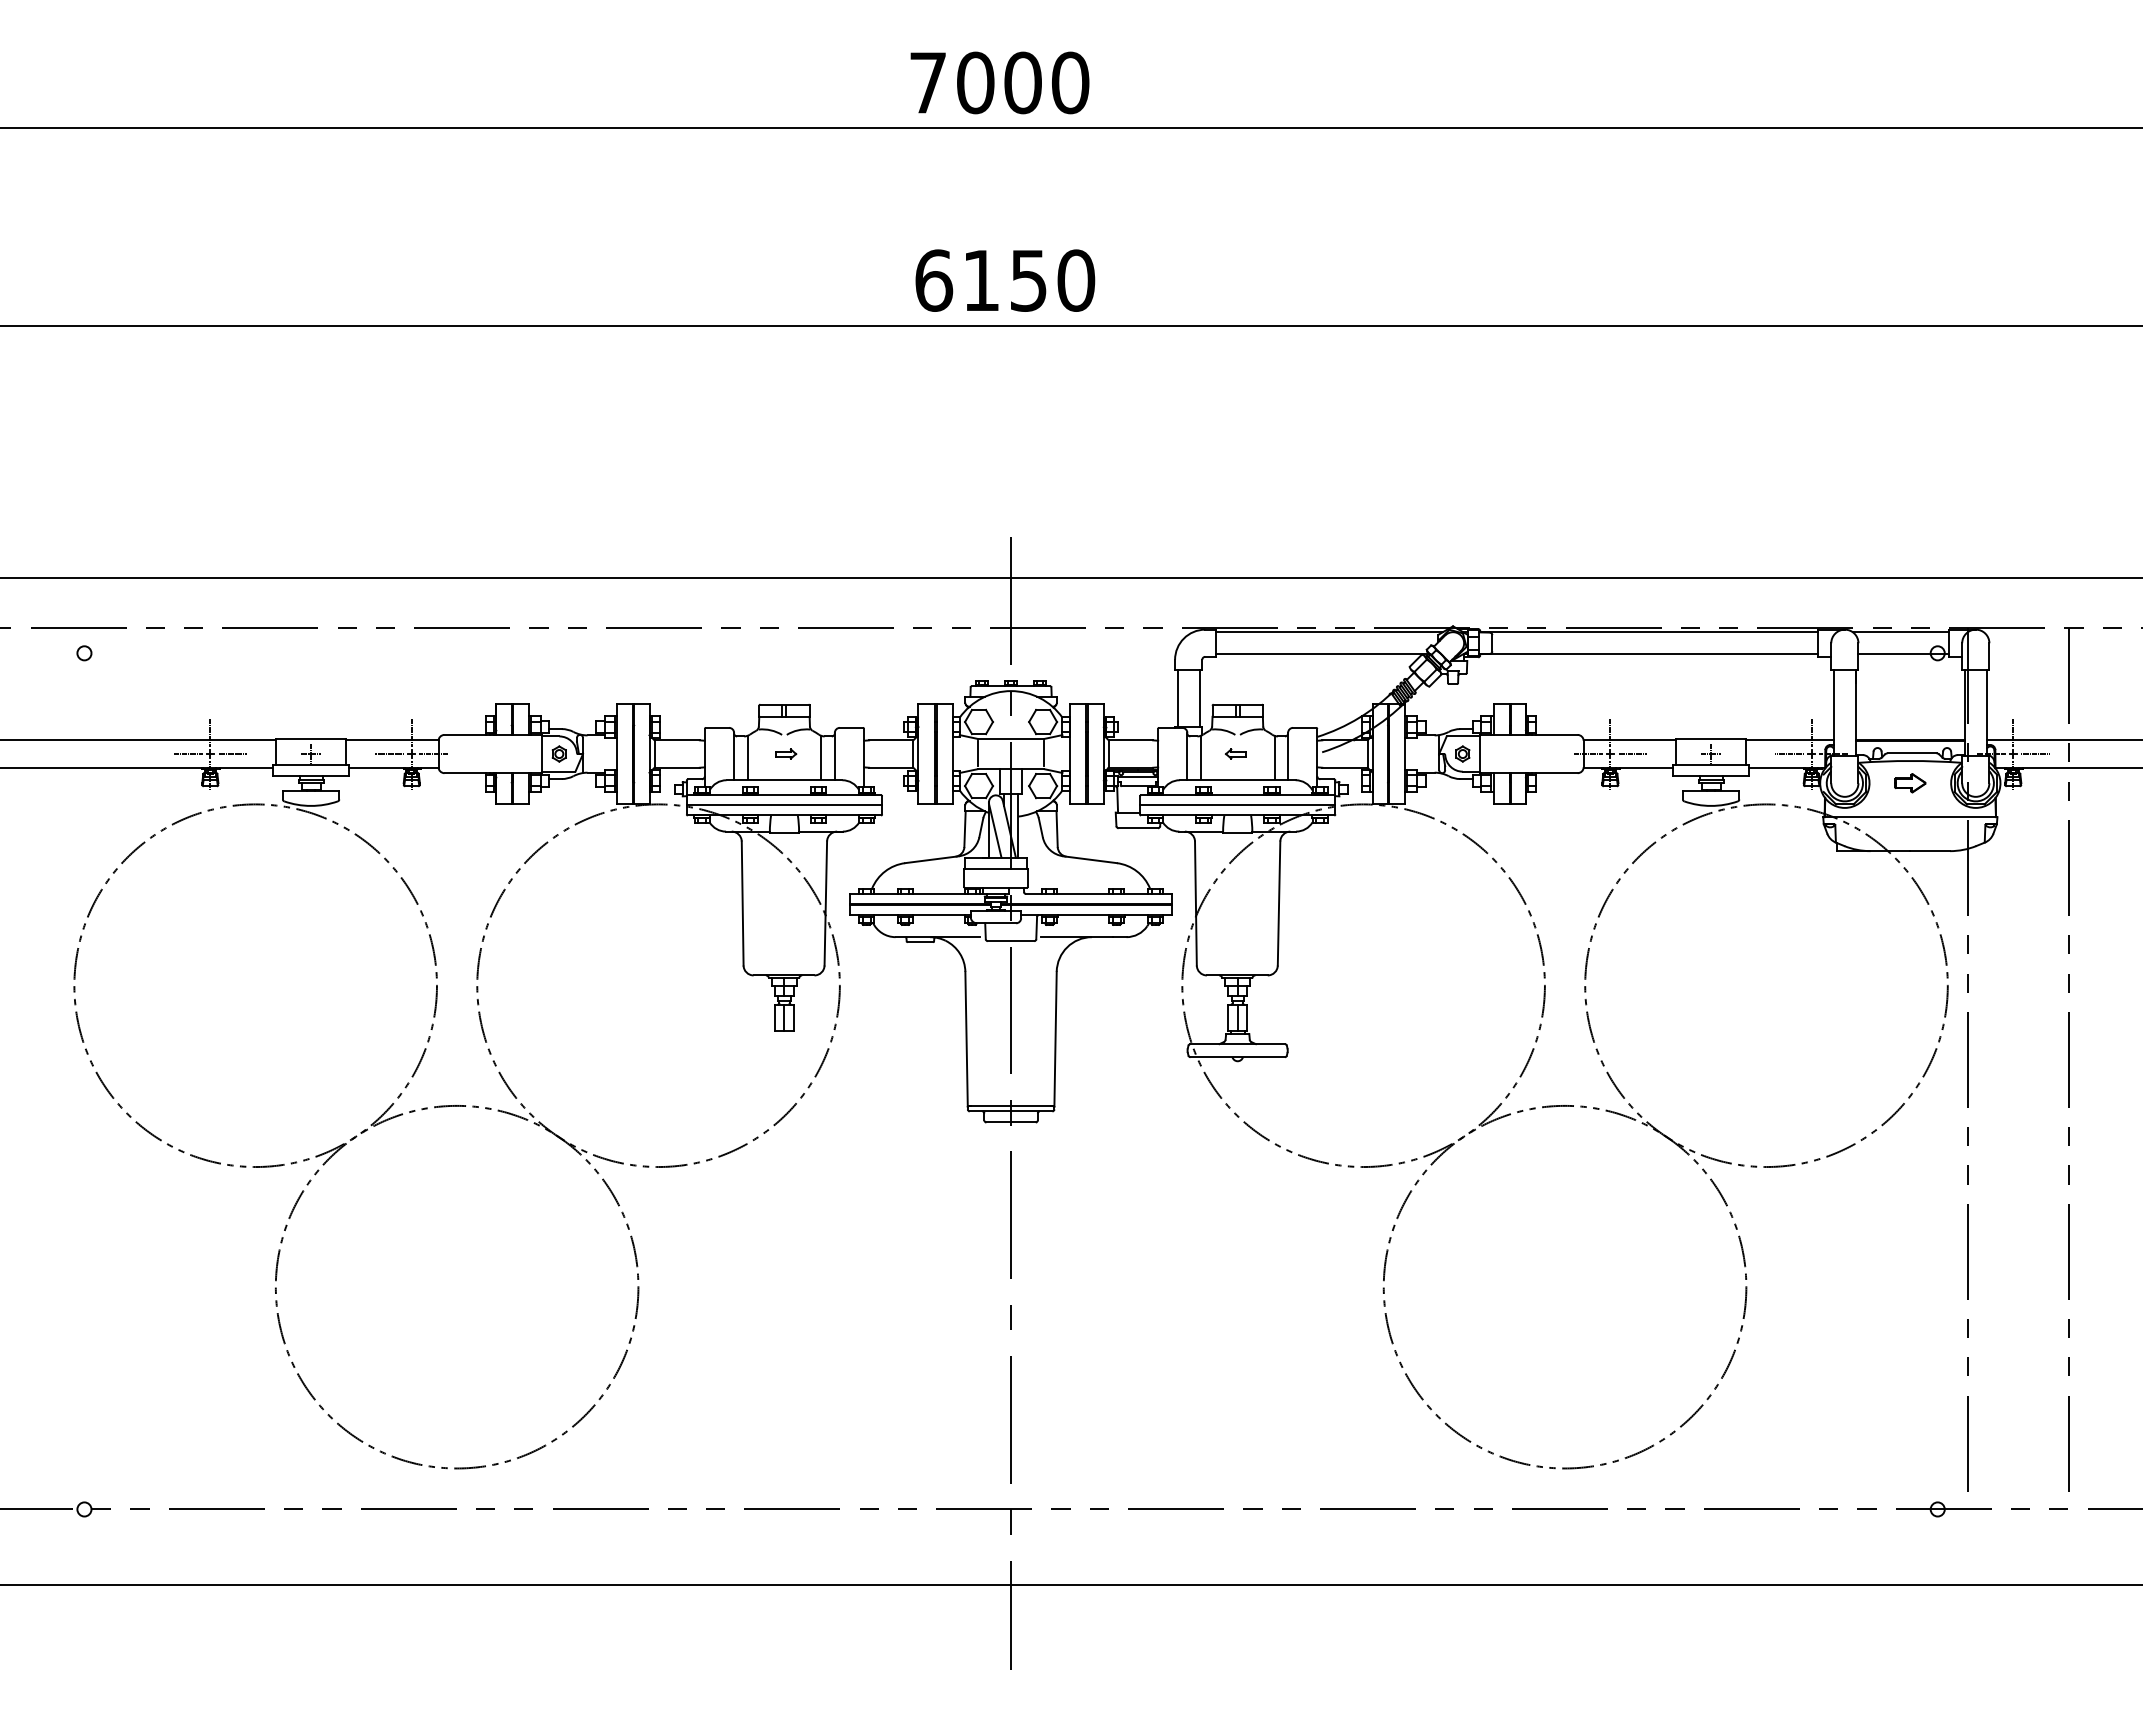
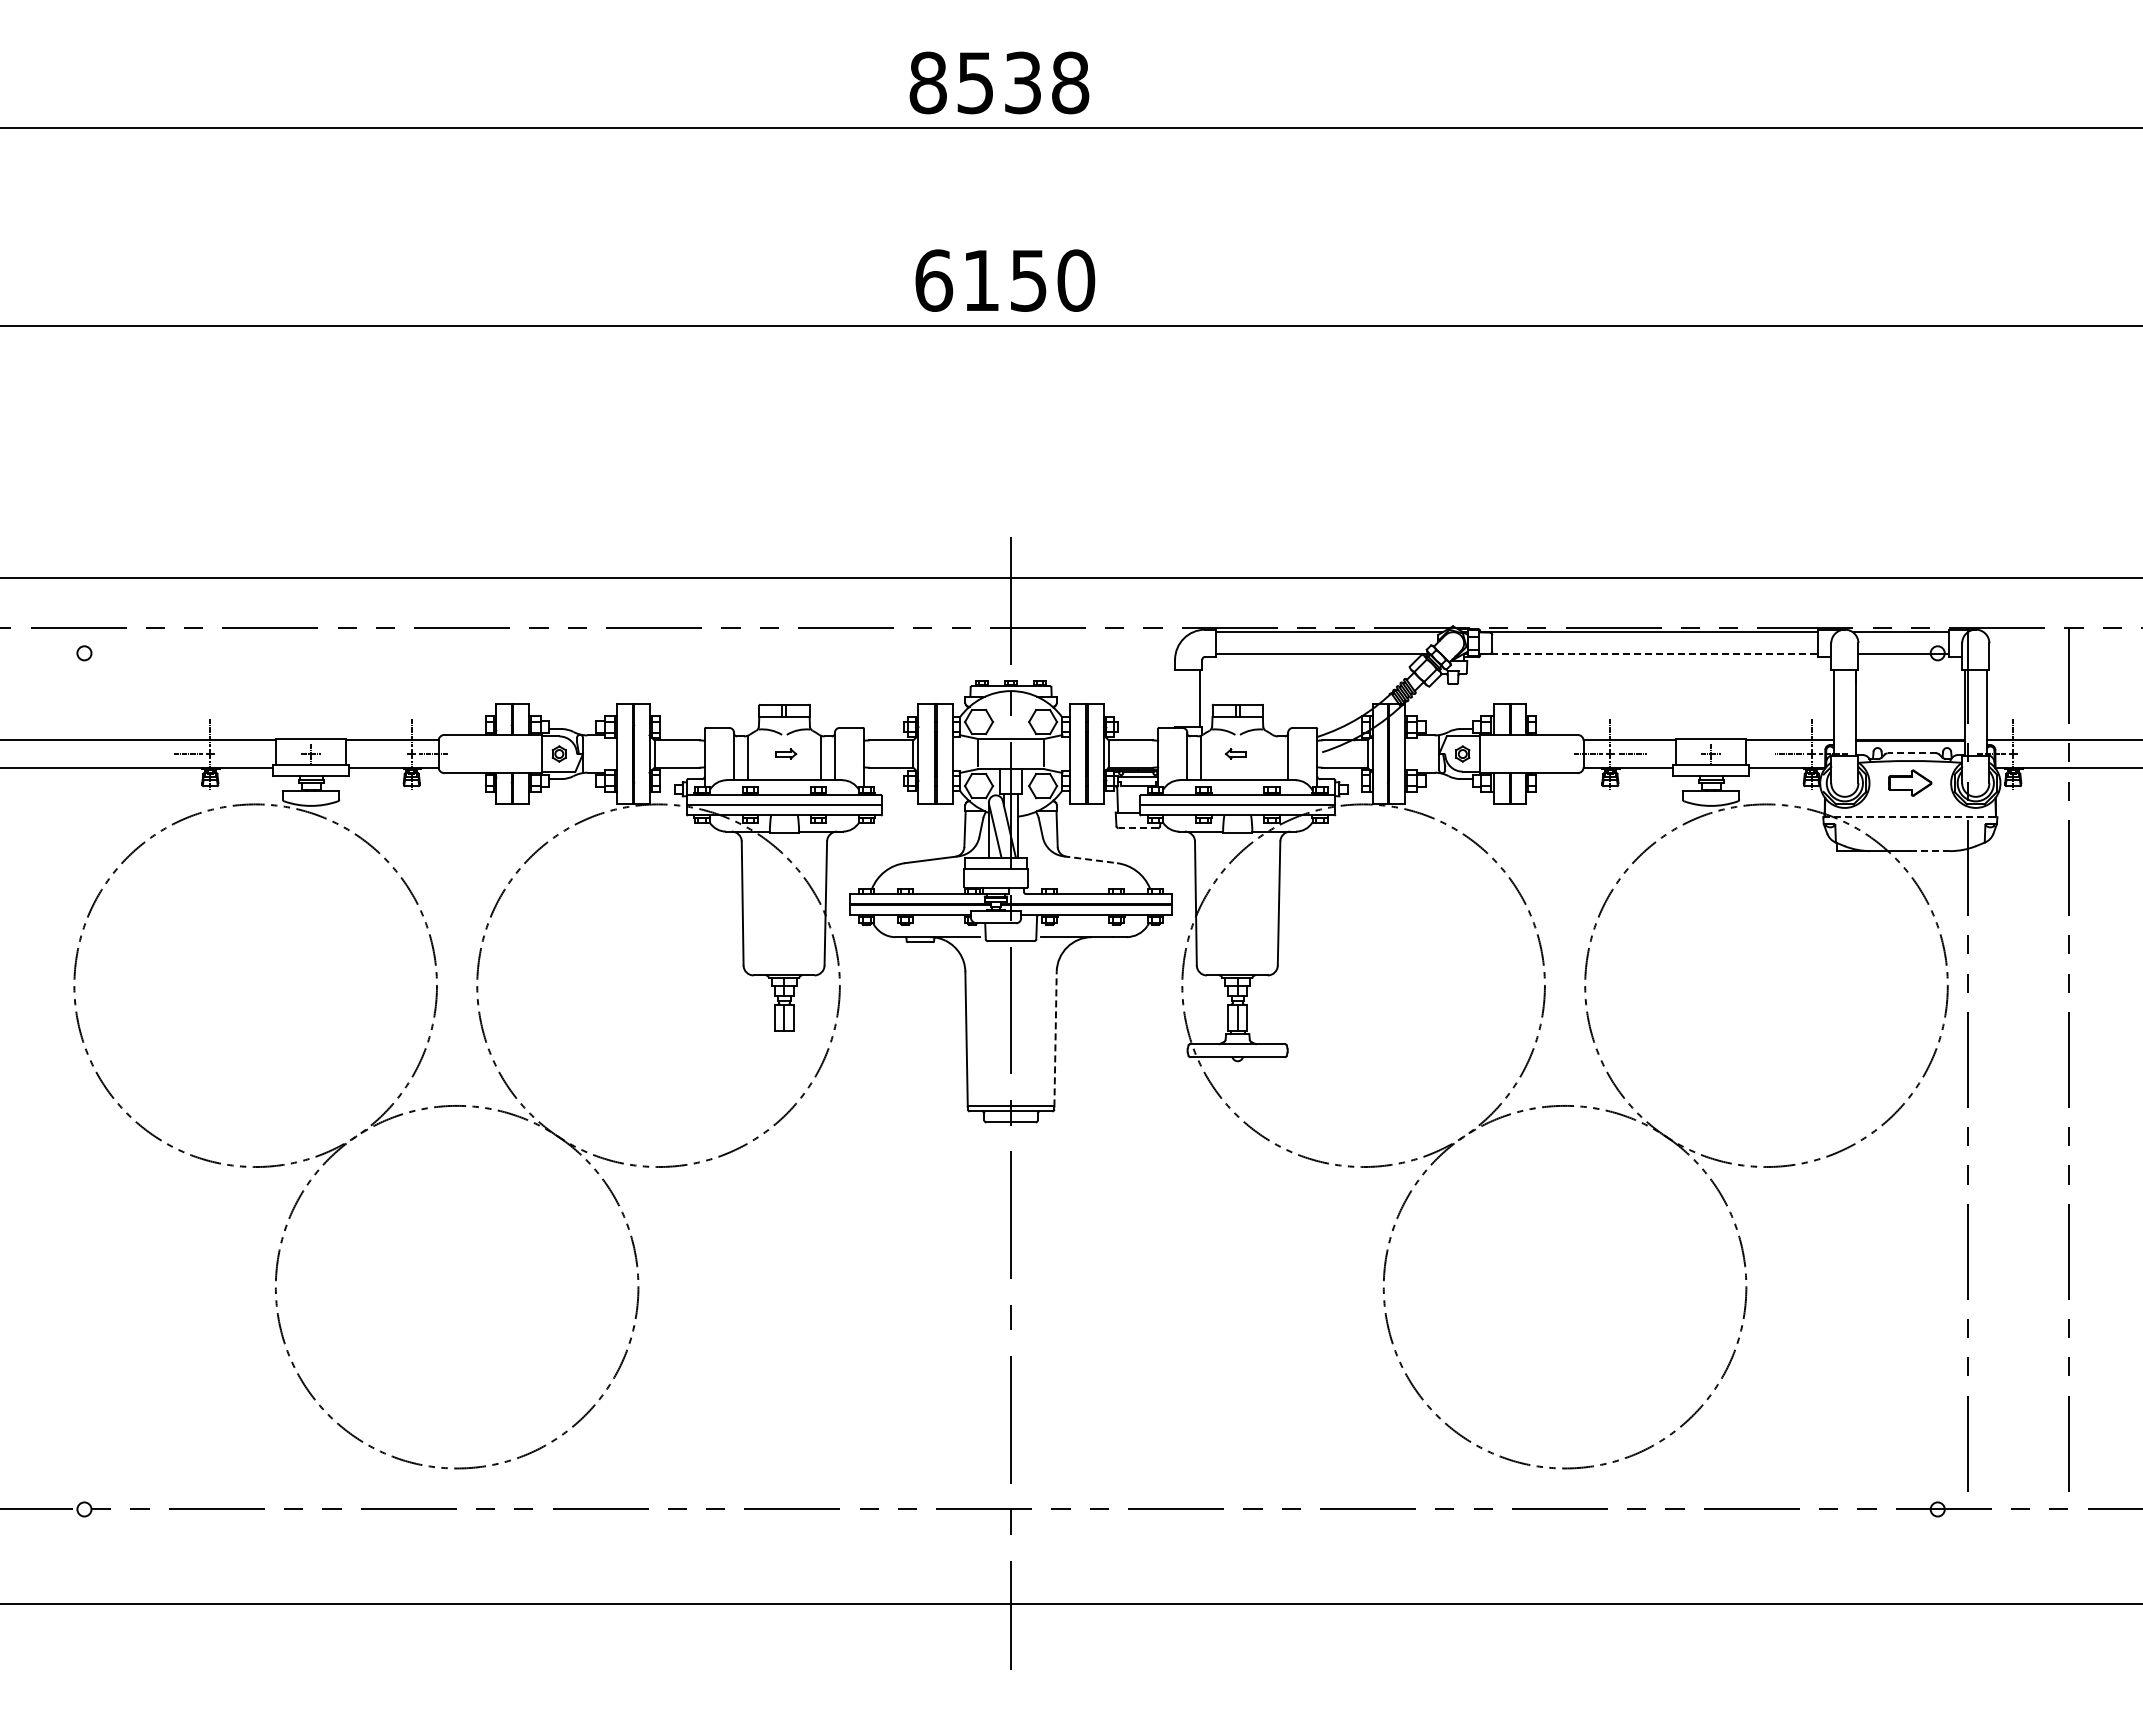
text at (999, 82): 7000 -> 8538
line at (1648, 654): solid -> dashed
line at (1177, 698): present -> none
line at (1911, 753): solid -> dashed
line at (231, 754): present -> none
line at (389, 754): present -> none
line at (2034, 754): present -> none
line at (1274, 757): present -> none
part at (1910, 783) size: 33x21 px -> 45x28 px
line at (1910, 817): solid -> dashed
line at (1138, 828): solid -> dashed
line at (1930, 851): solid -> dashed
line at (1090, 859): solid -> dashed
line at (1055, 1038): solid -> dashed
line at (1070, 1585) position: (1070, 1585) -> (1070, 1604)
